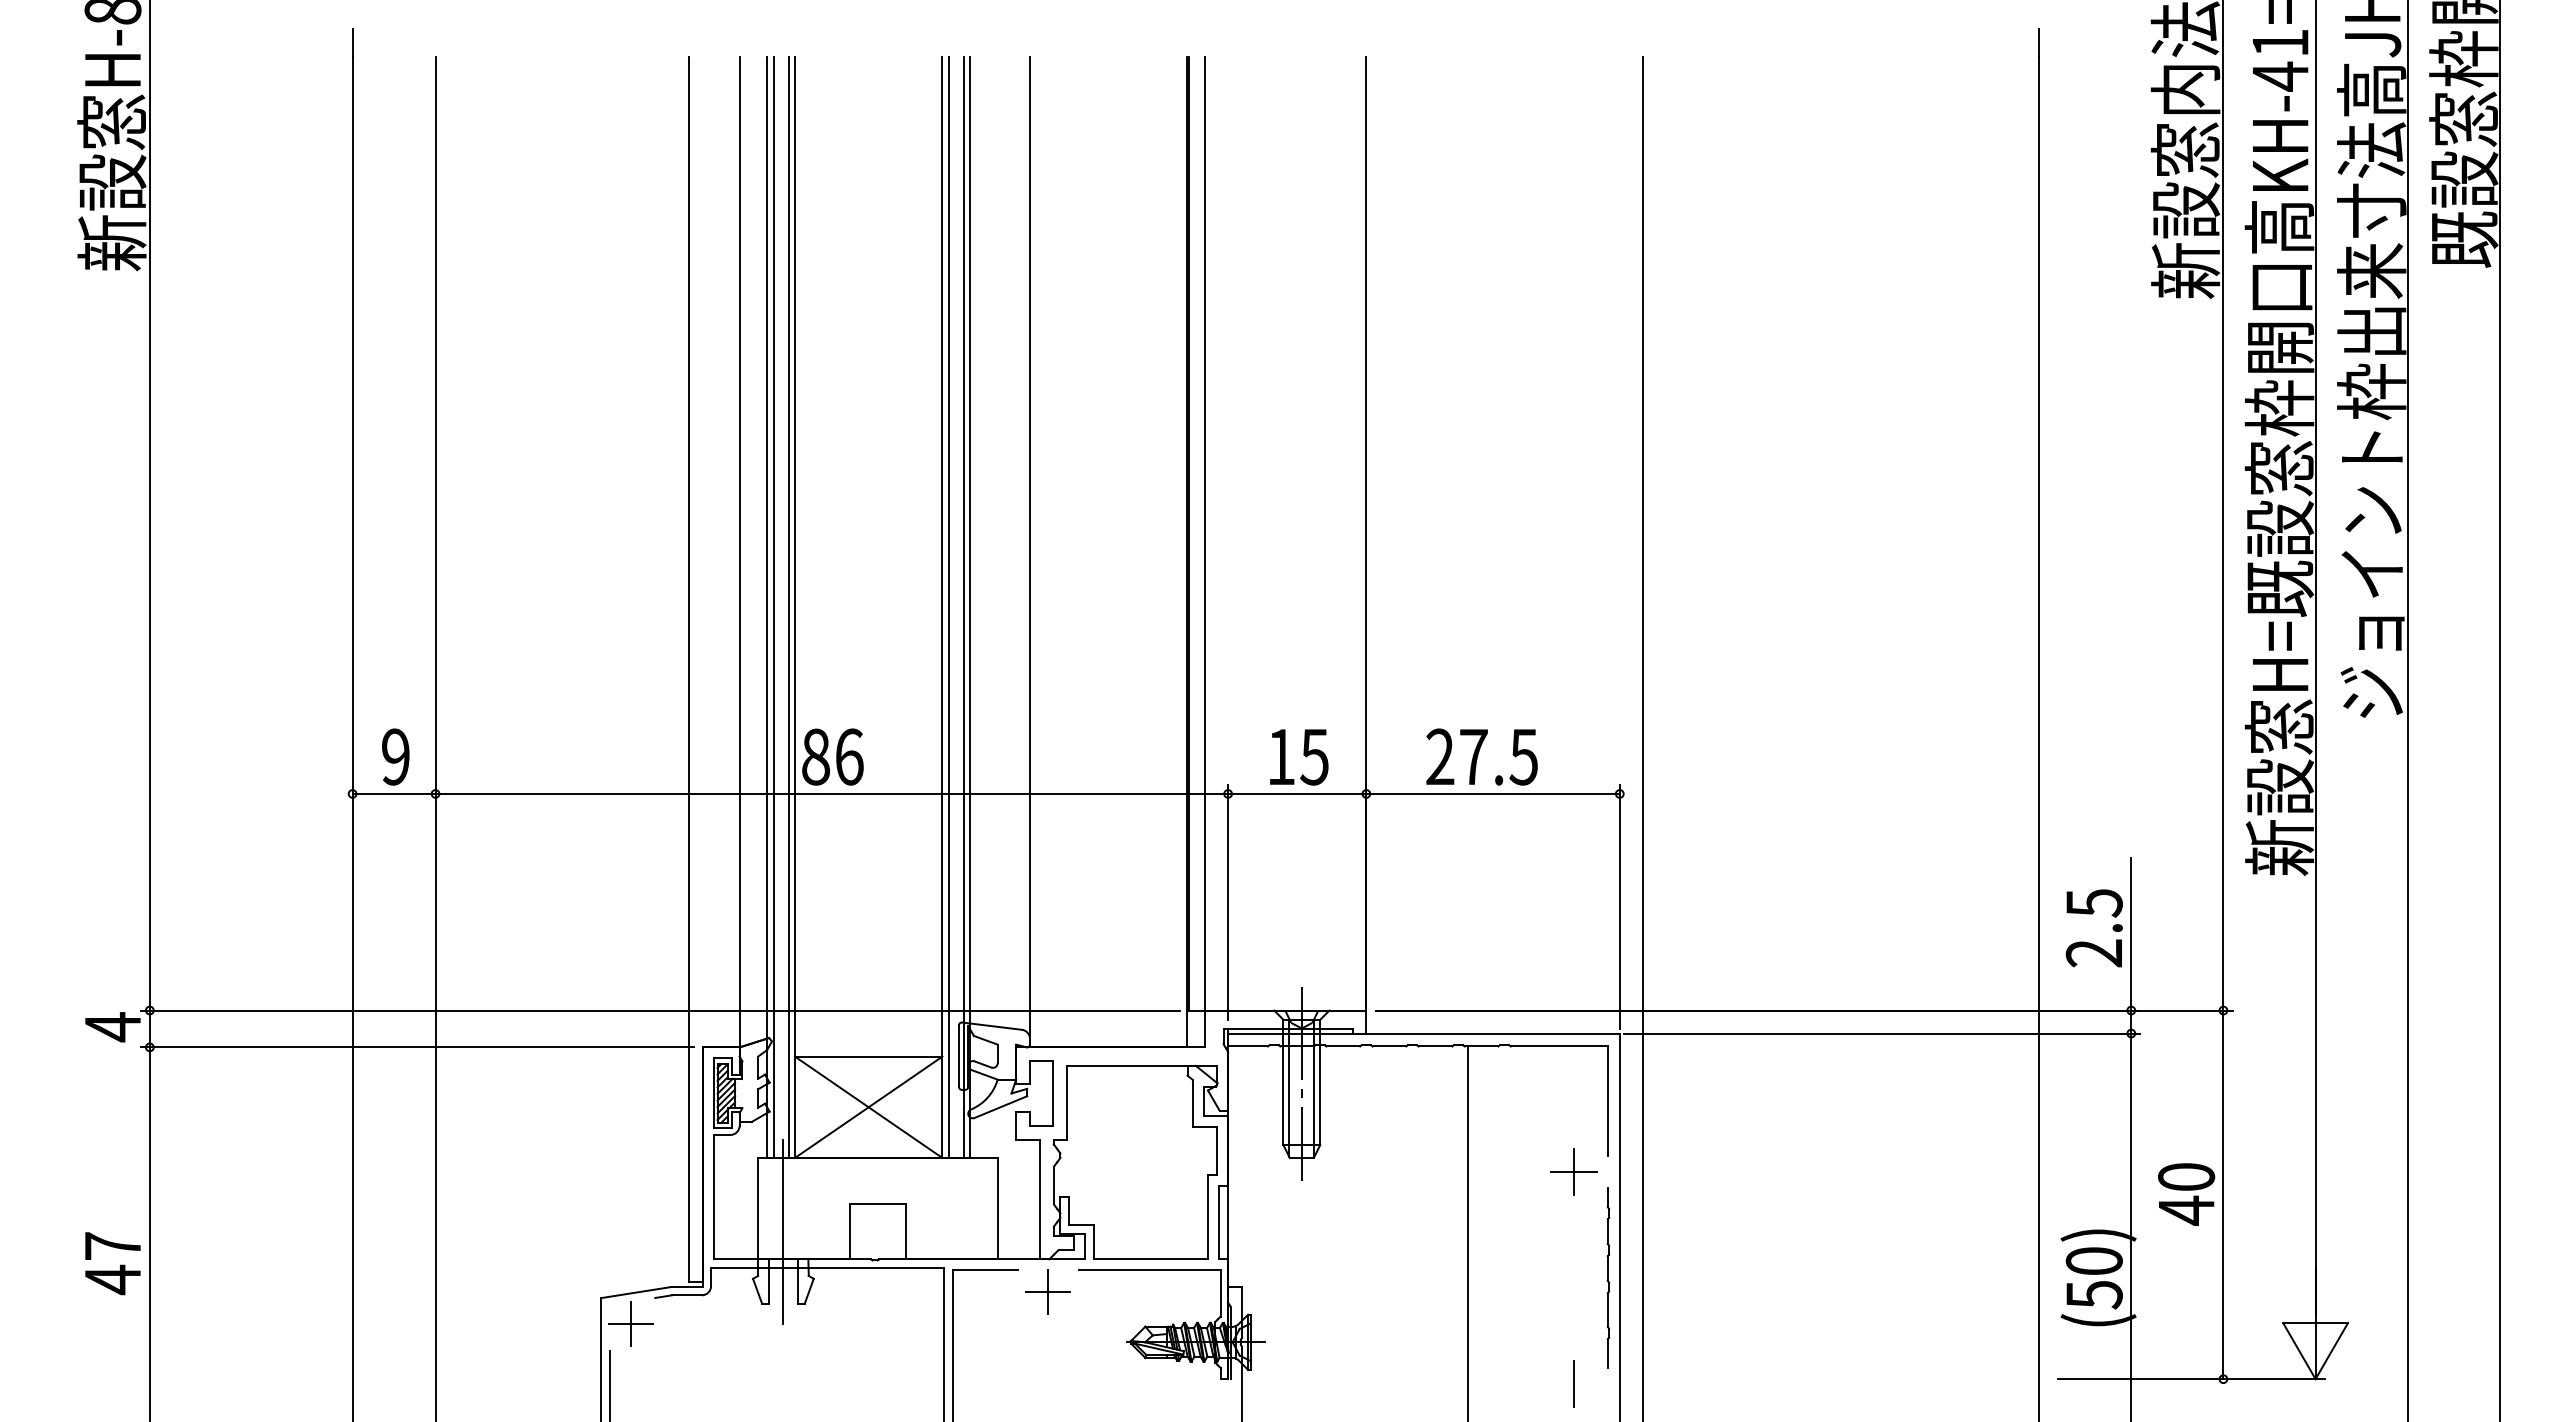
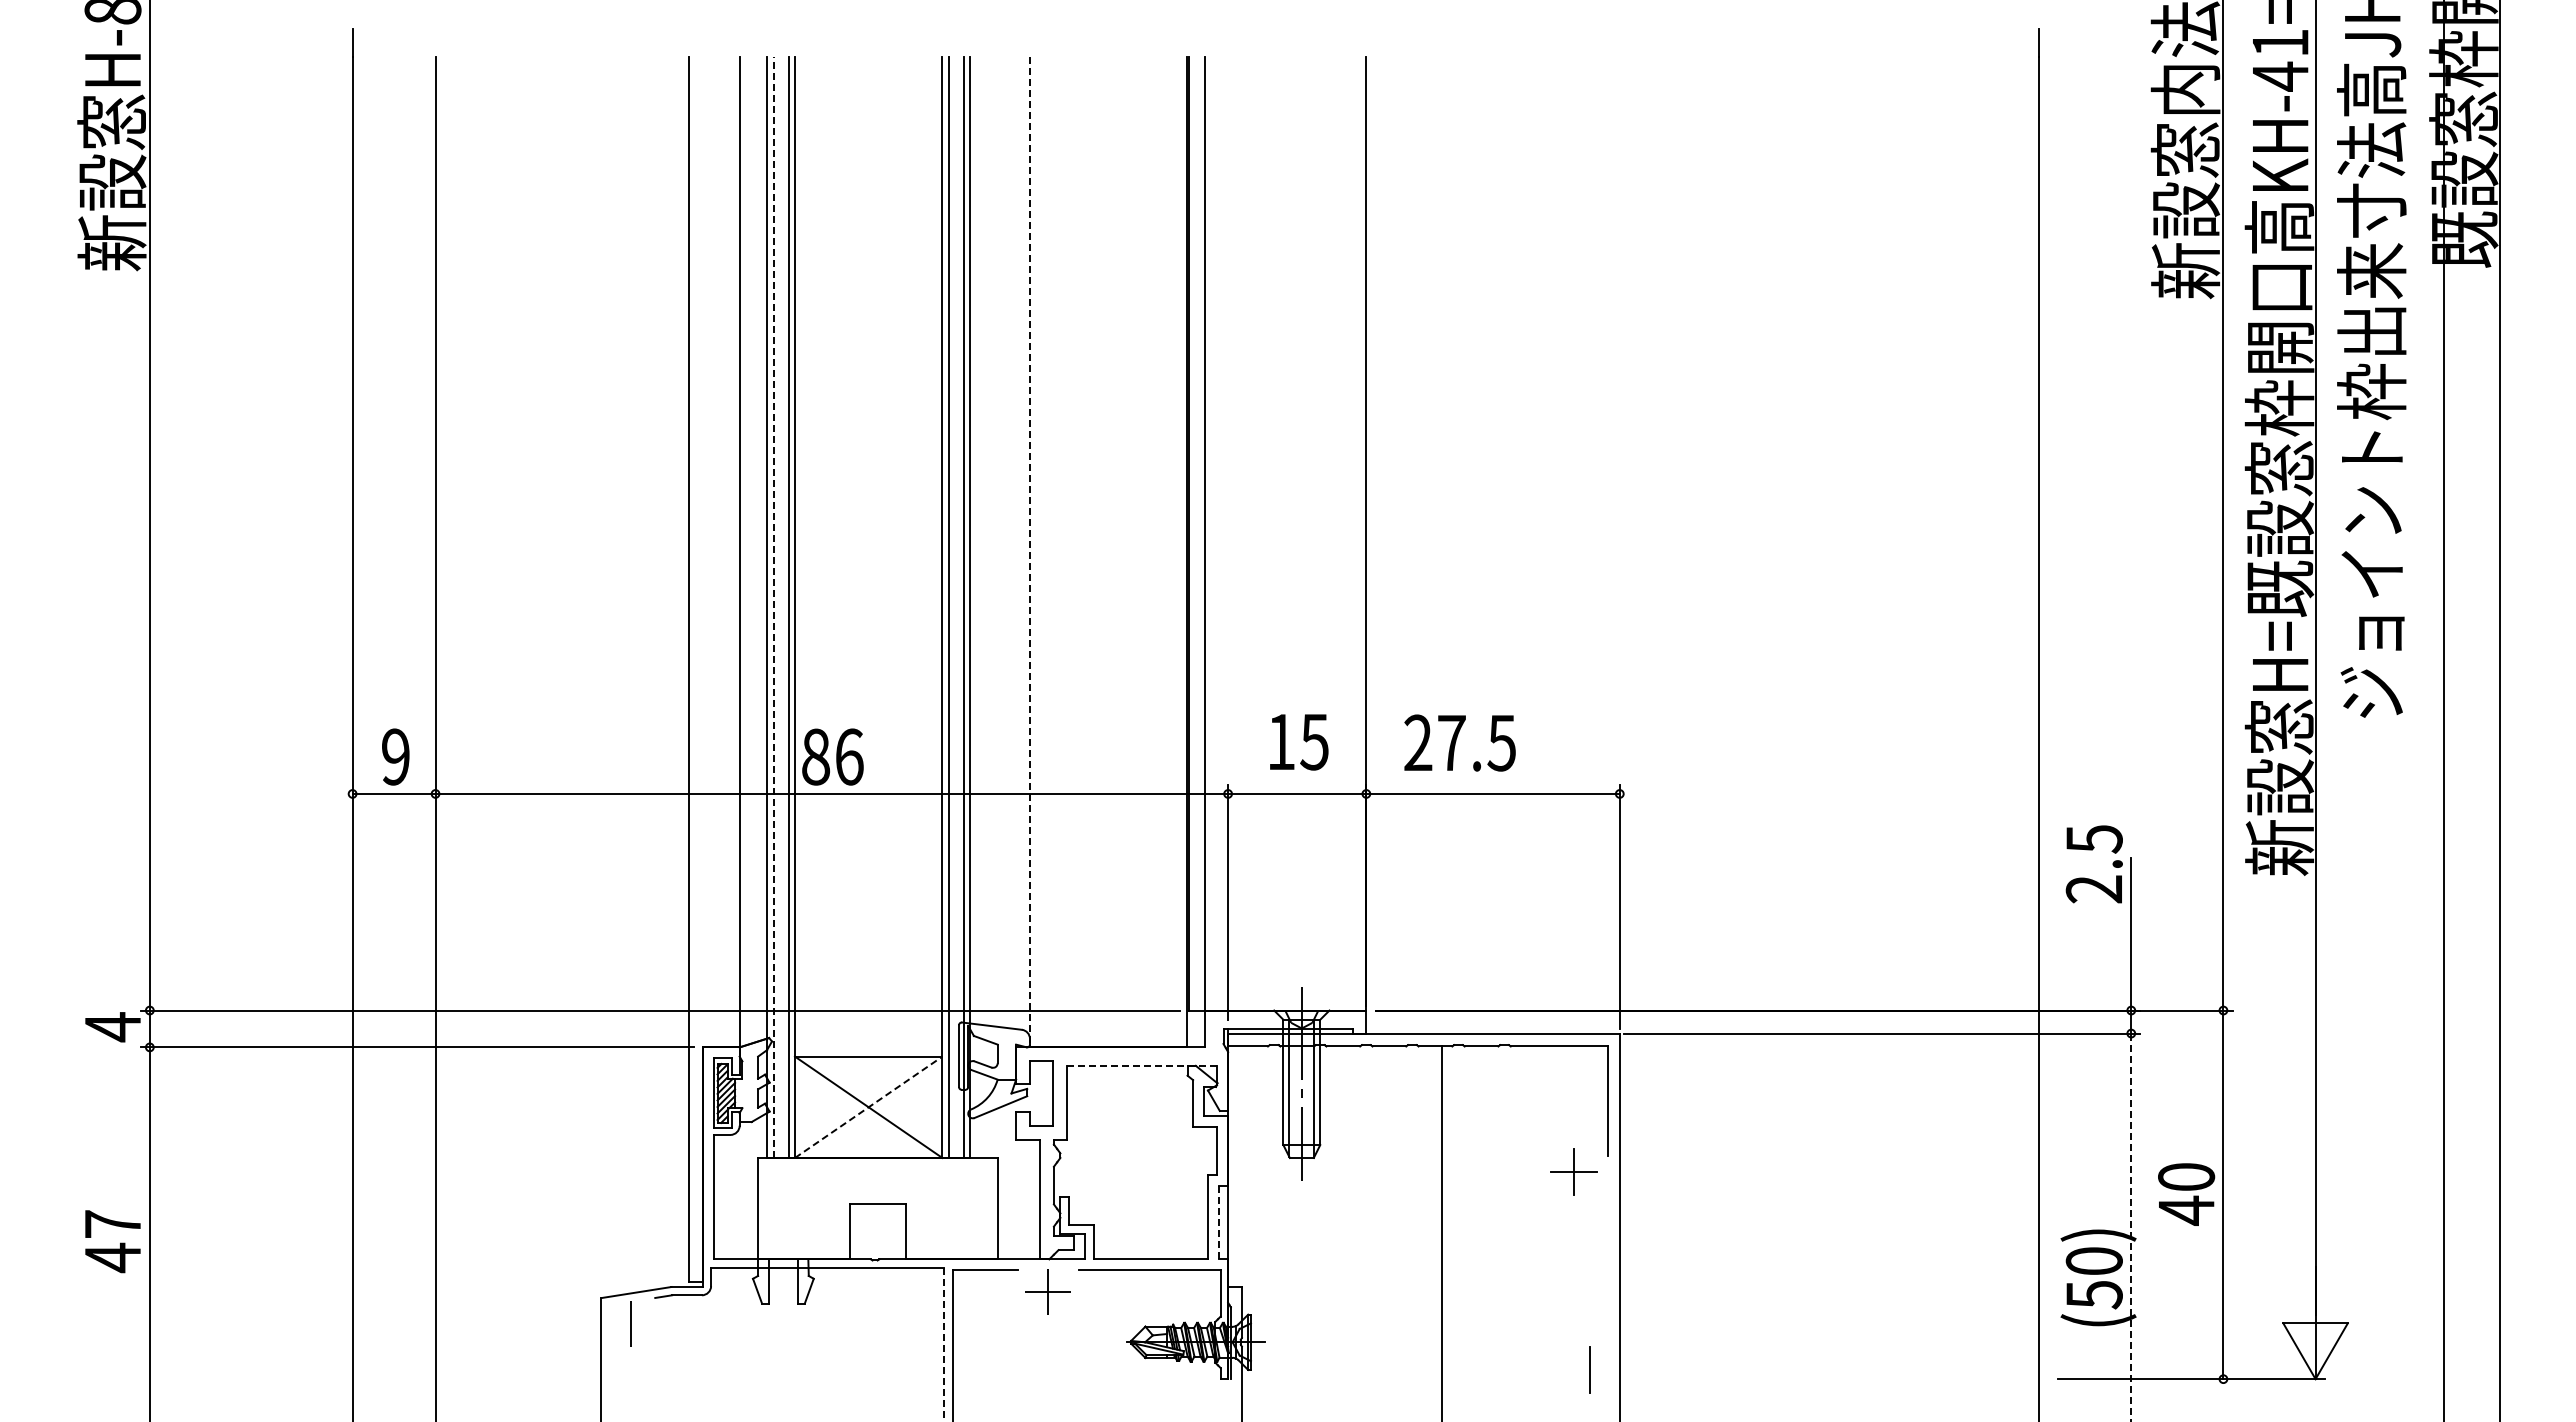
line at (1029, 552): solid -> dashed
line at (773, 607): solid -> dashed
line at (2407, 710) position: (2407, 710) -> (2443, 710)
line at (1642, 737): present -> none
text at (1481, 756) position: (1481, 756) -> (1459, 742)
text at (1299, 757) position: (1299, 757) -> (1299, 742)
text at (2093, 928) position: (2093, 928) -> (2093, 864)
line at (1141, 1065): solid -> dashed
line at (869, 1107): solid -> dashed
line at (1218, 1222): solid -> dashed
line at (2131, 1227): solid -> dashed
line at (783, 1231): present -> none
line at (1467, 1232) position: (1467, 1232) -> (1441, 1232)
text at (112, 1263) position: (112, 1263) -> (112, 1241)
part at (1608, 1277): present -> none
line at (630, 1323): present -> none
line at (944, 1344): solid -> dashed
line at (1573, 1383) position: (1573, 1383) -> (1589, 1369)
line at (609, 1384): present -> none
